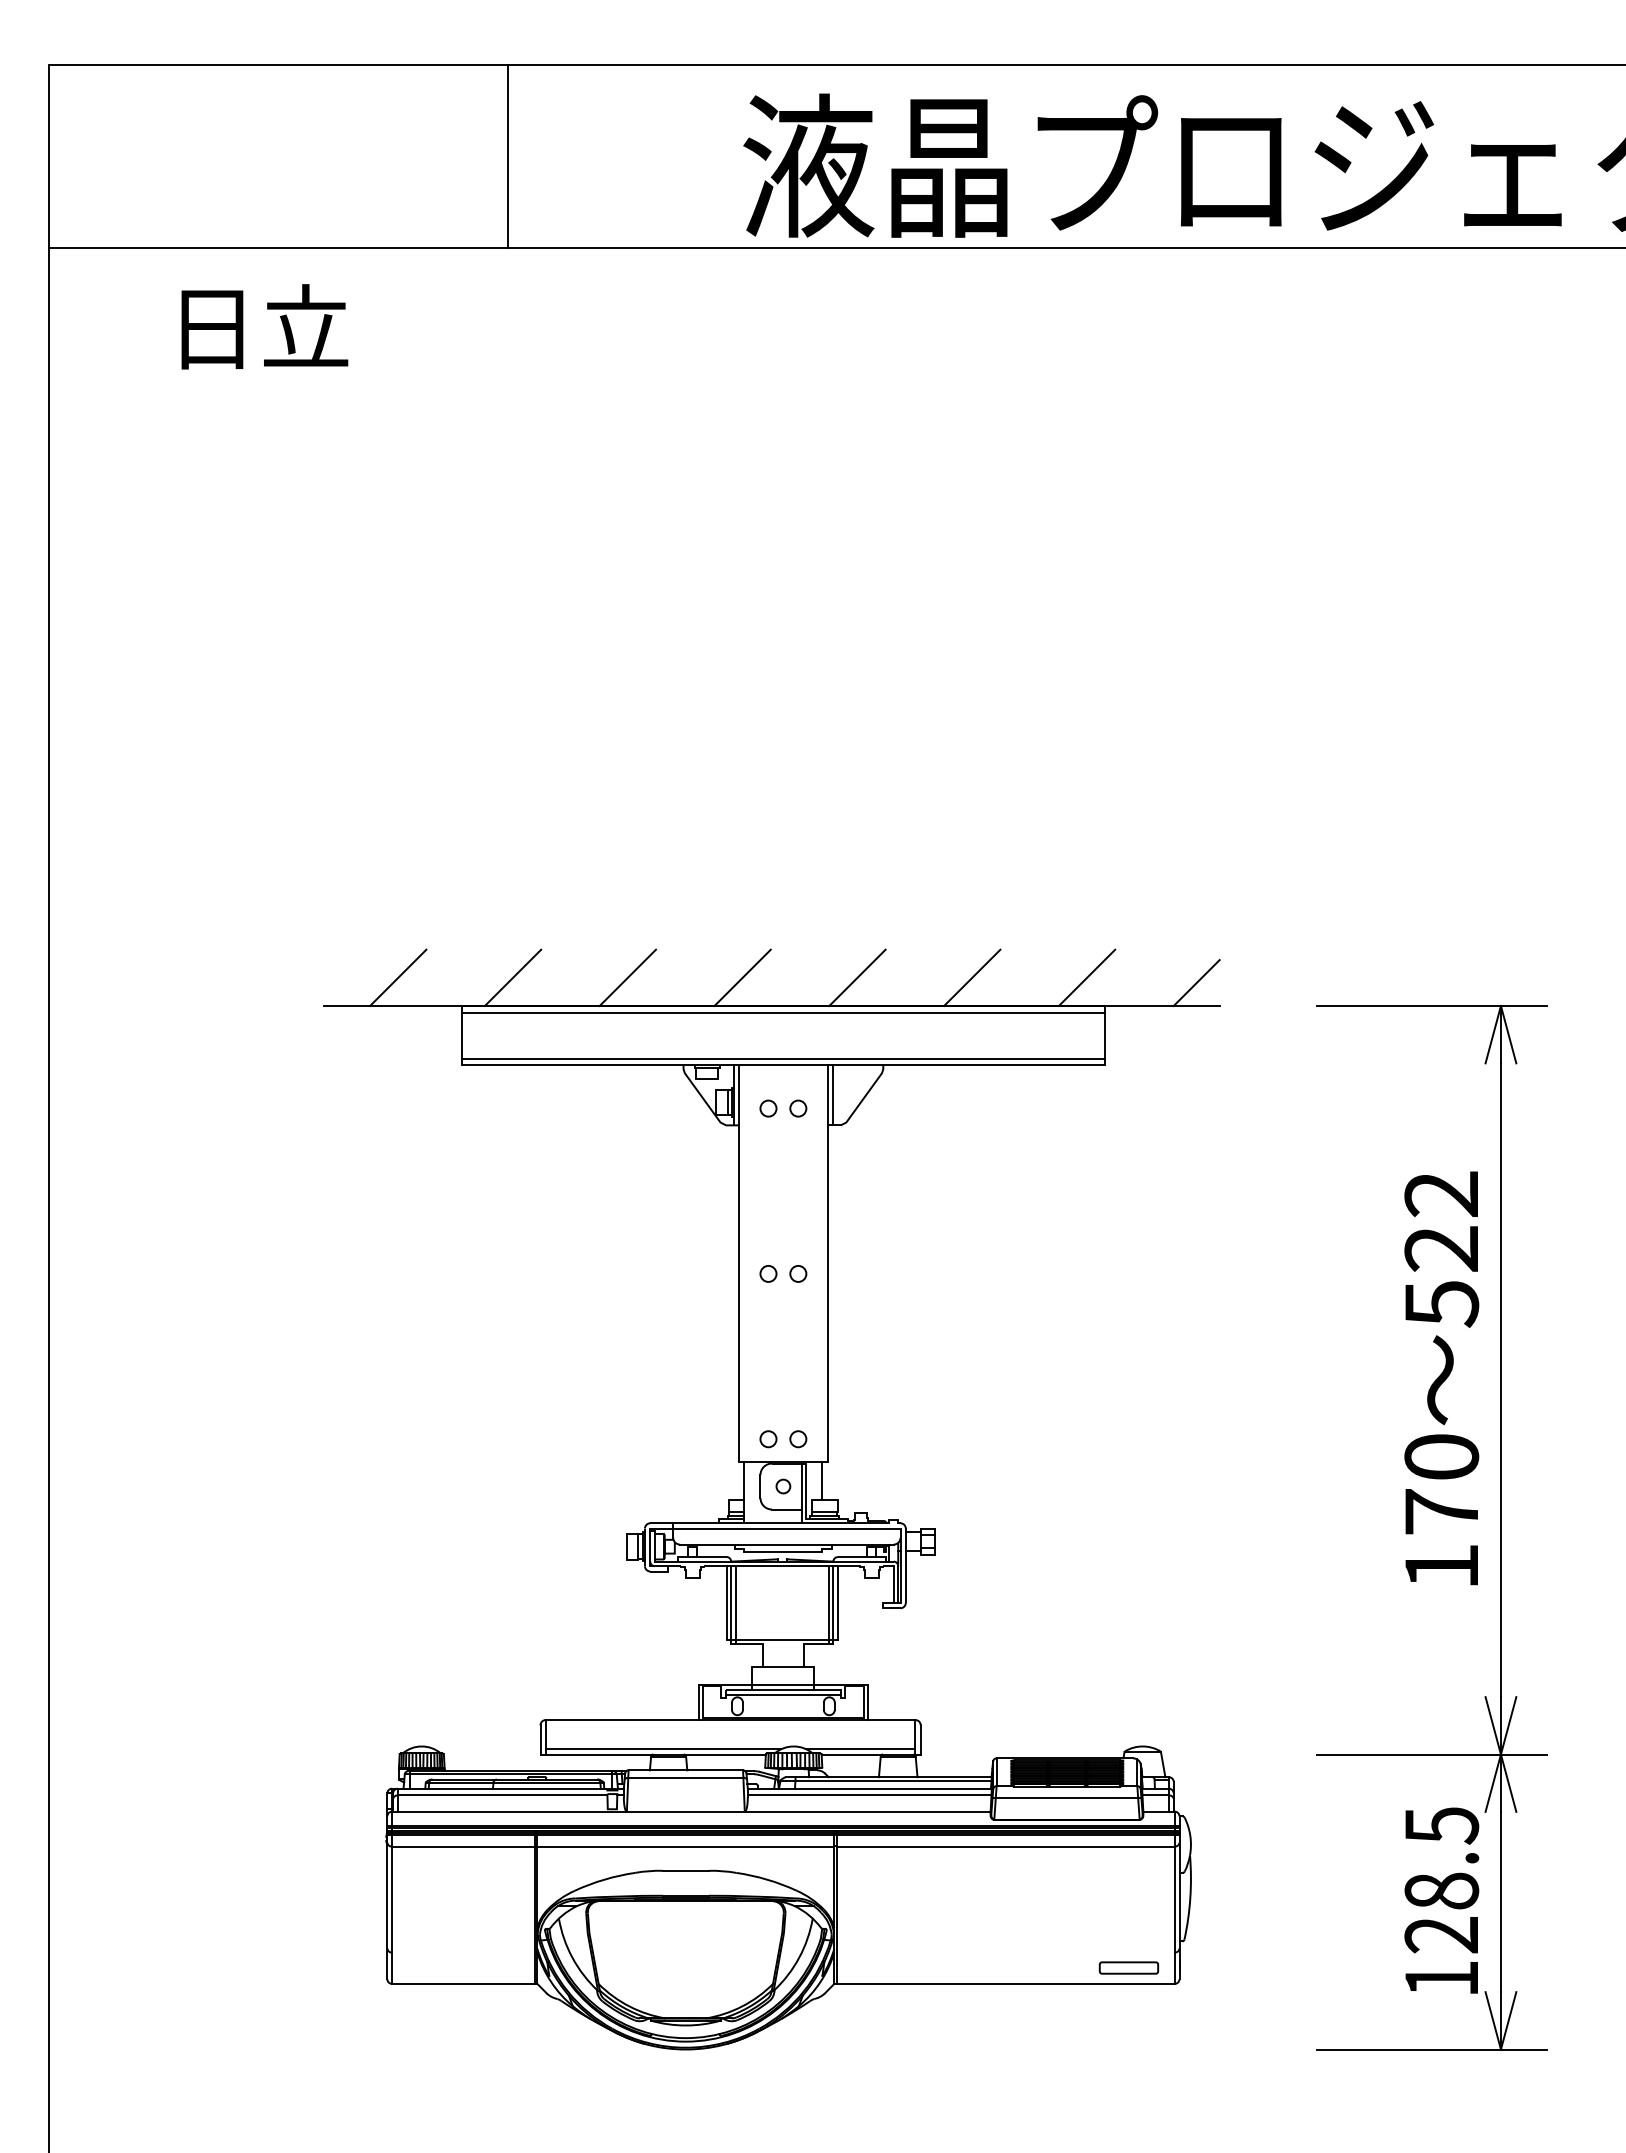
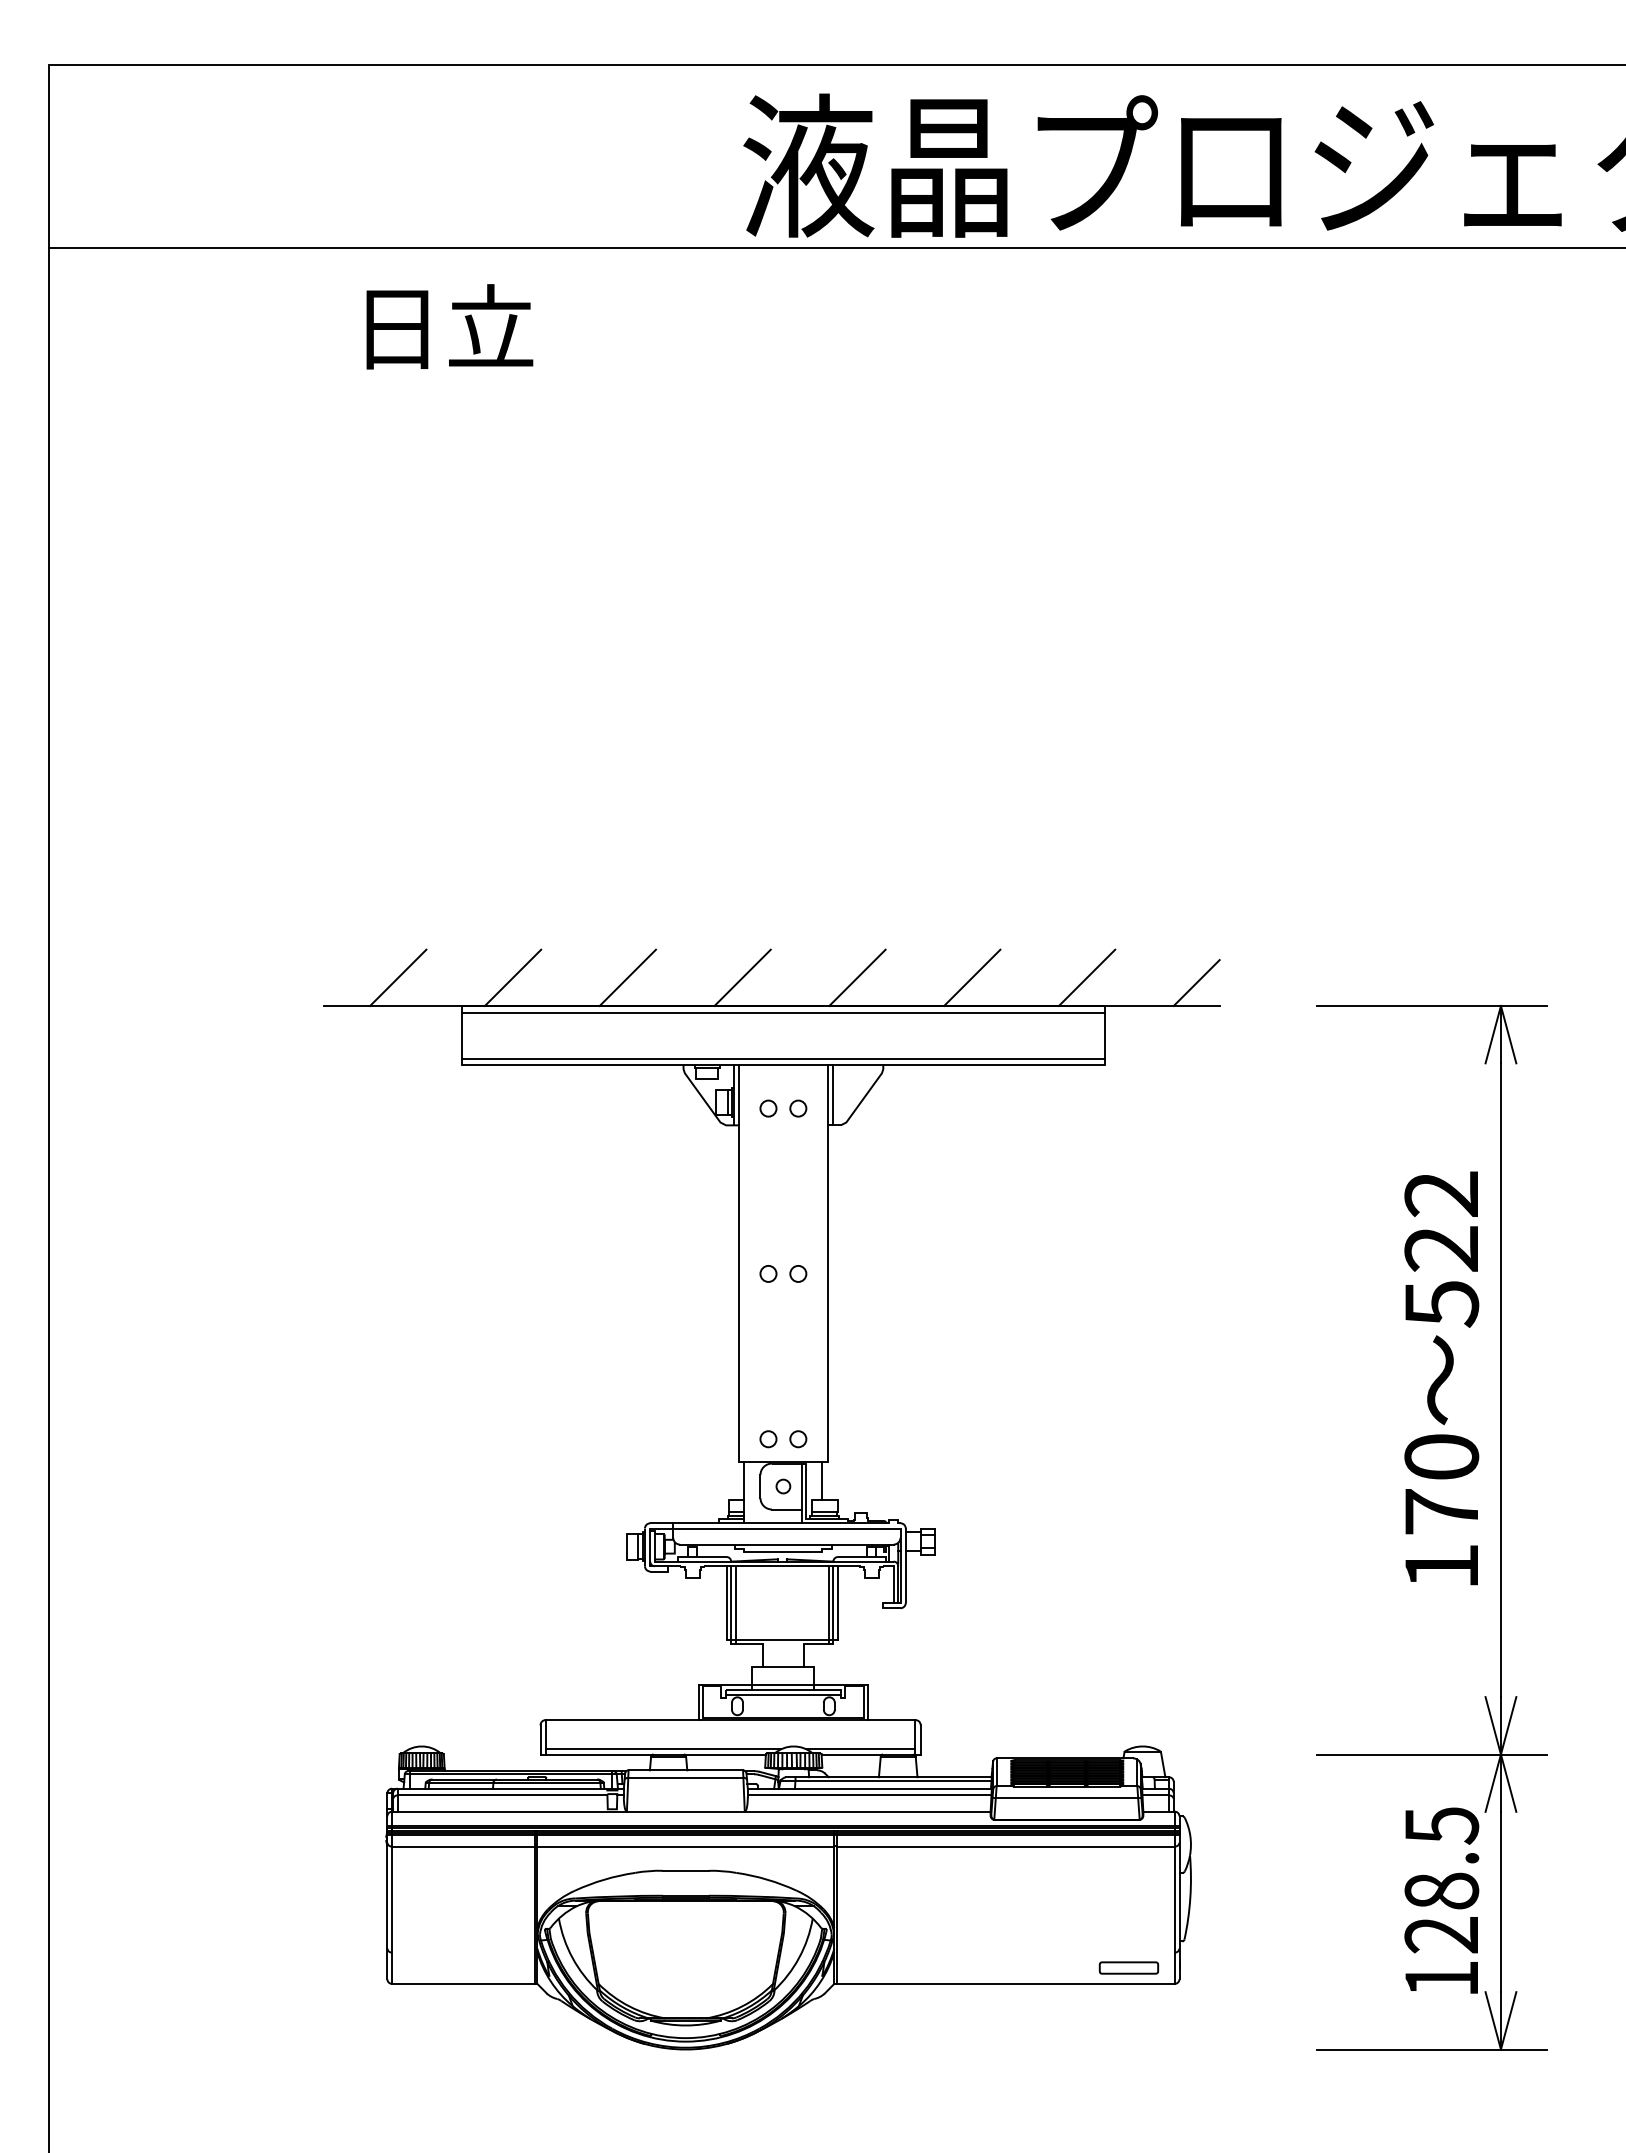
line at (507, 156): present -> none
text at (264, 326) position: (264, 326) -> (449, 326)
